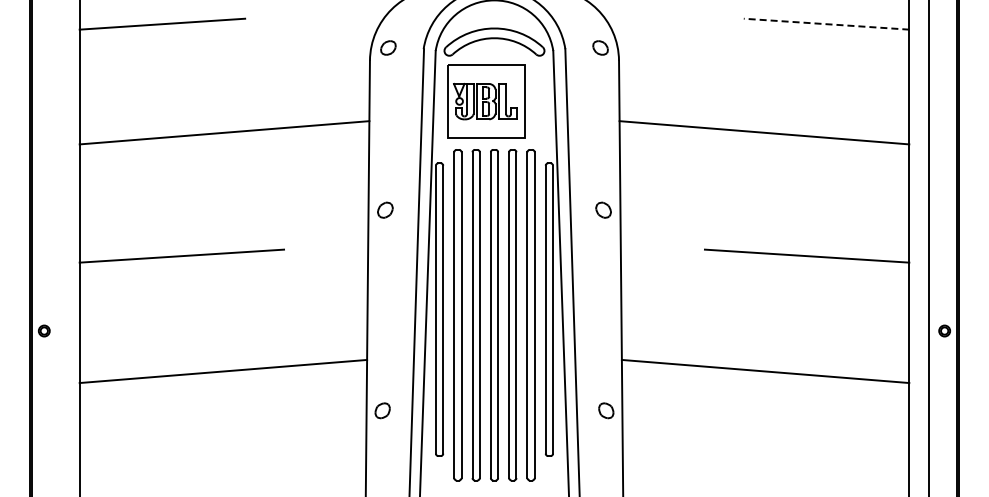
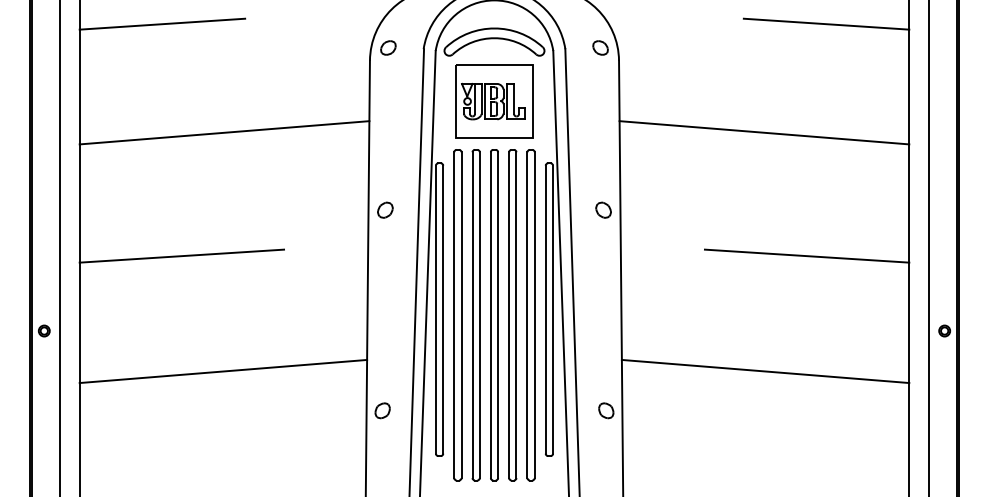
line at (826, 24): dashed -> solid
part at (486, 101) position: (486, 101) -> (494, 101)
line at (60, 247): none -> present
